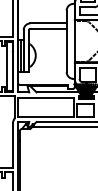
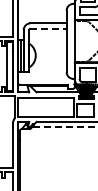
line at (49, 28): solid -> dashed
line at (65, 126): solid -> dashed
